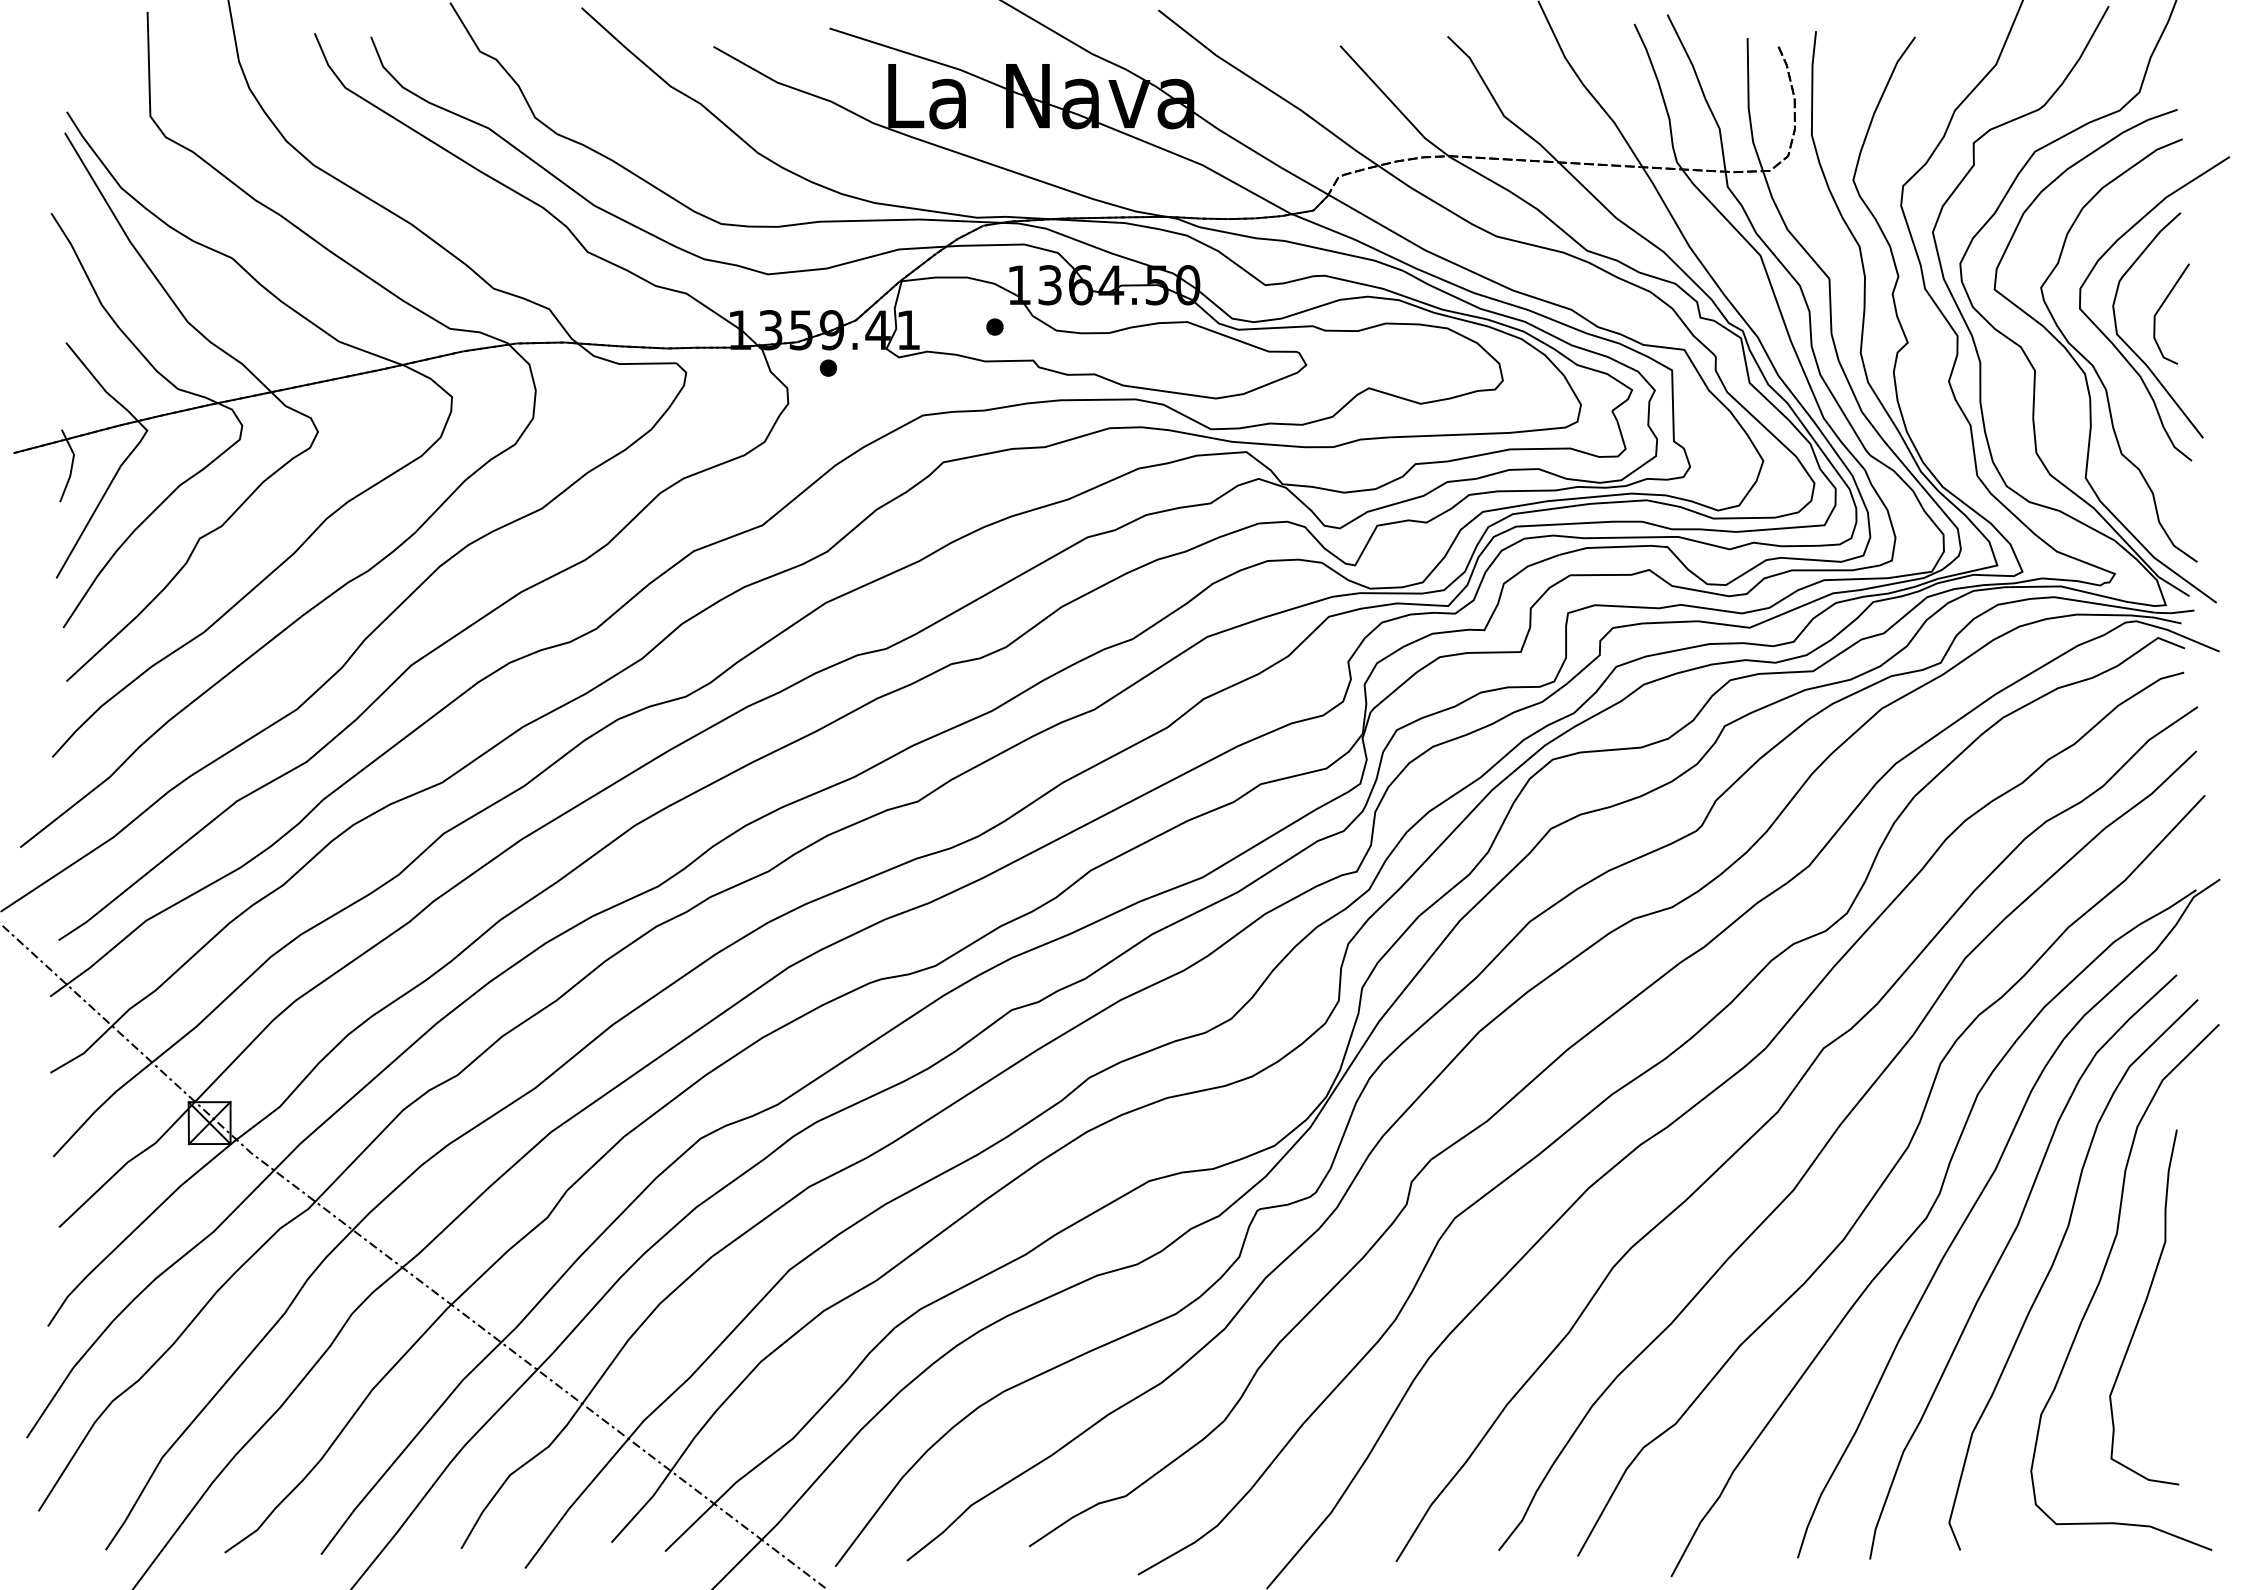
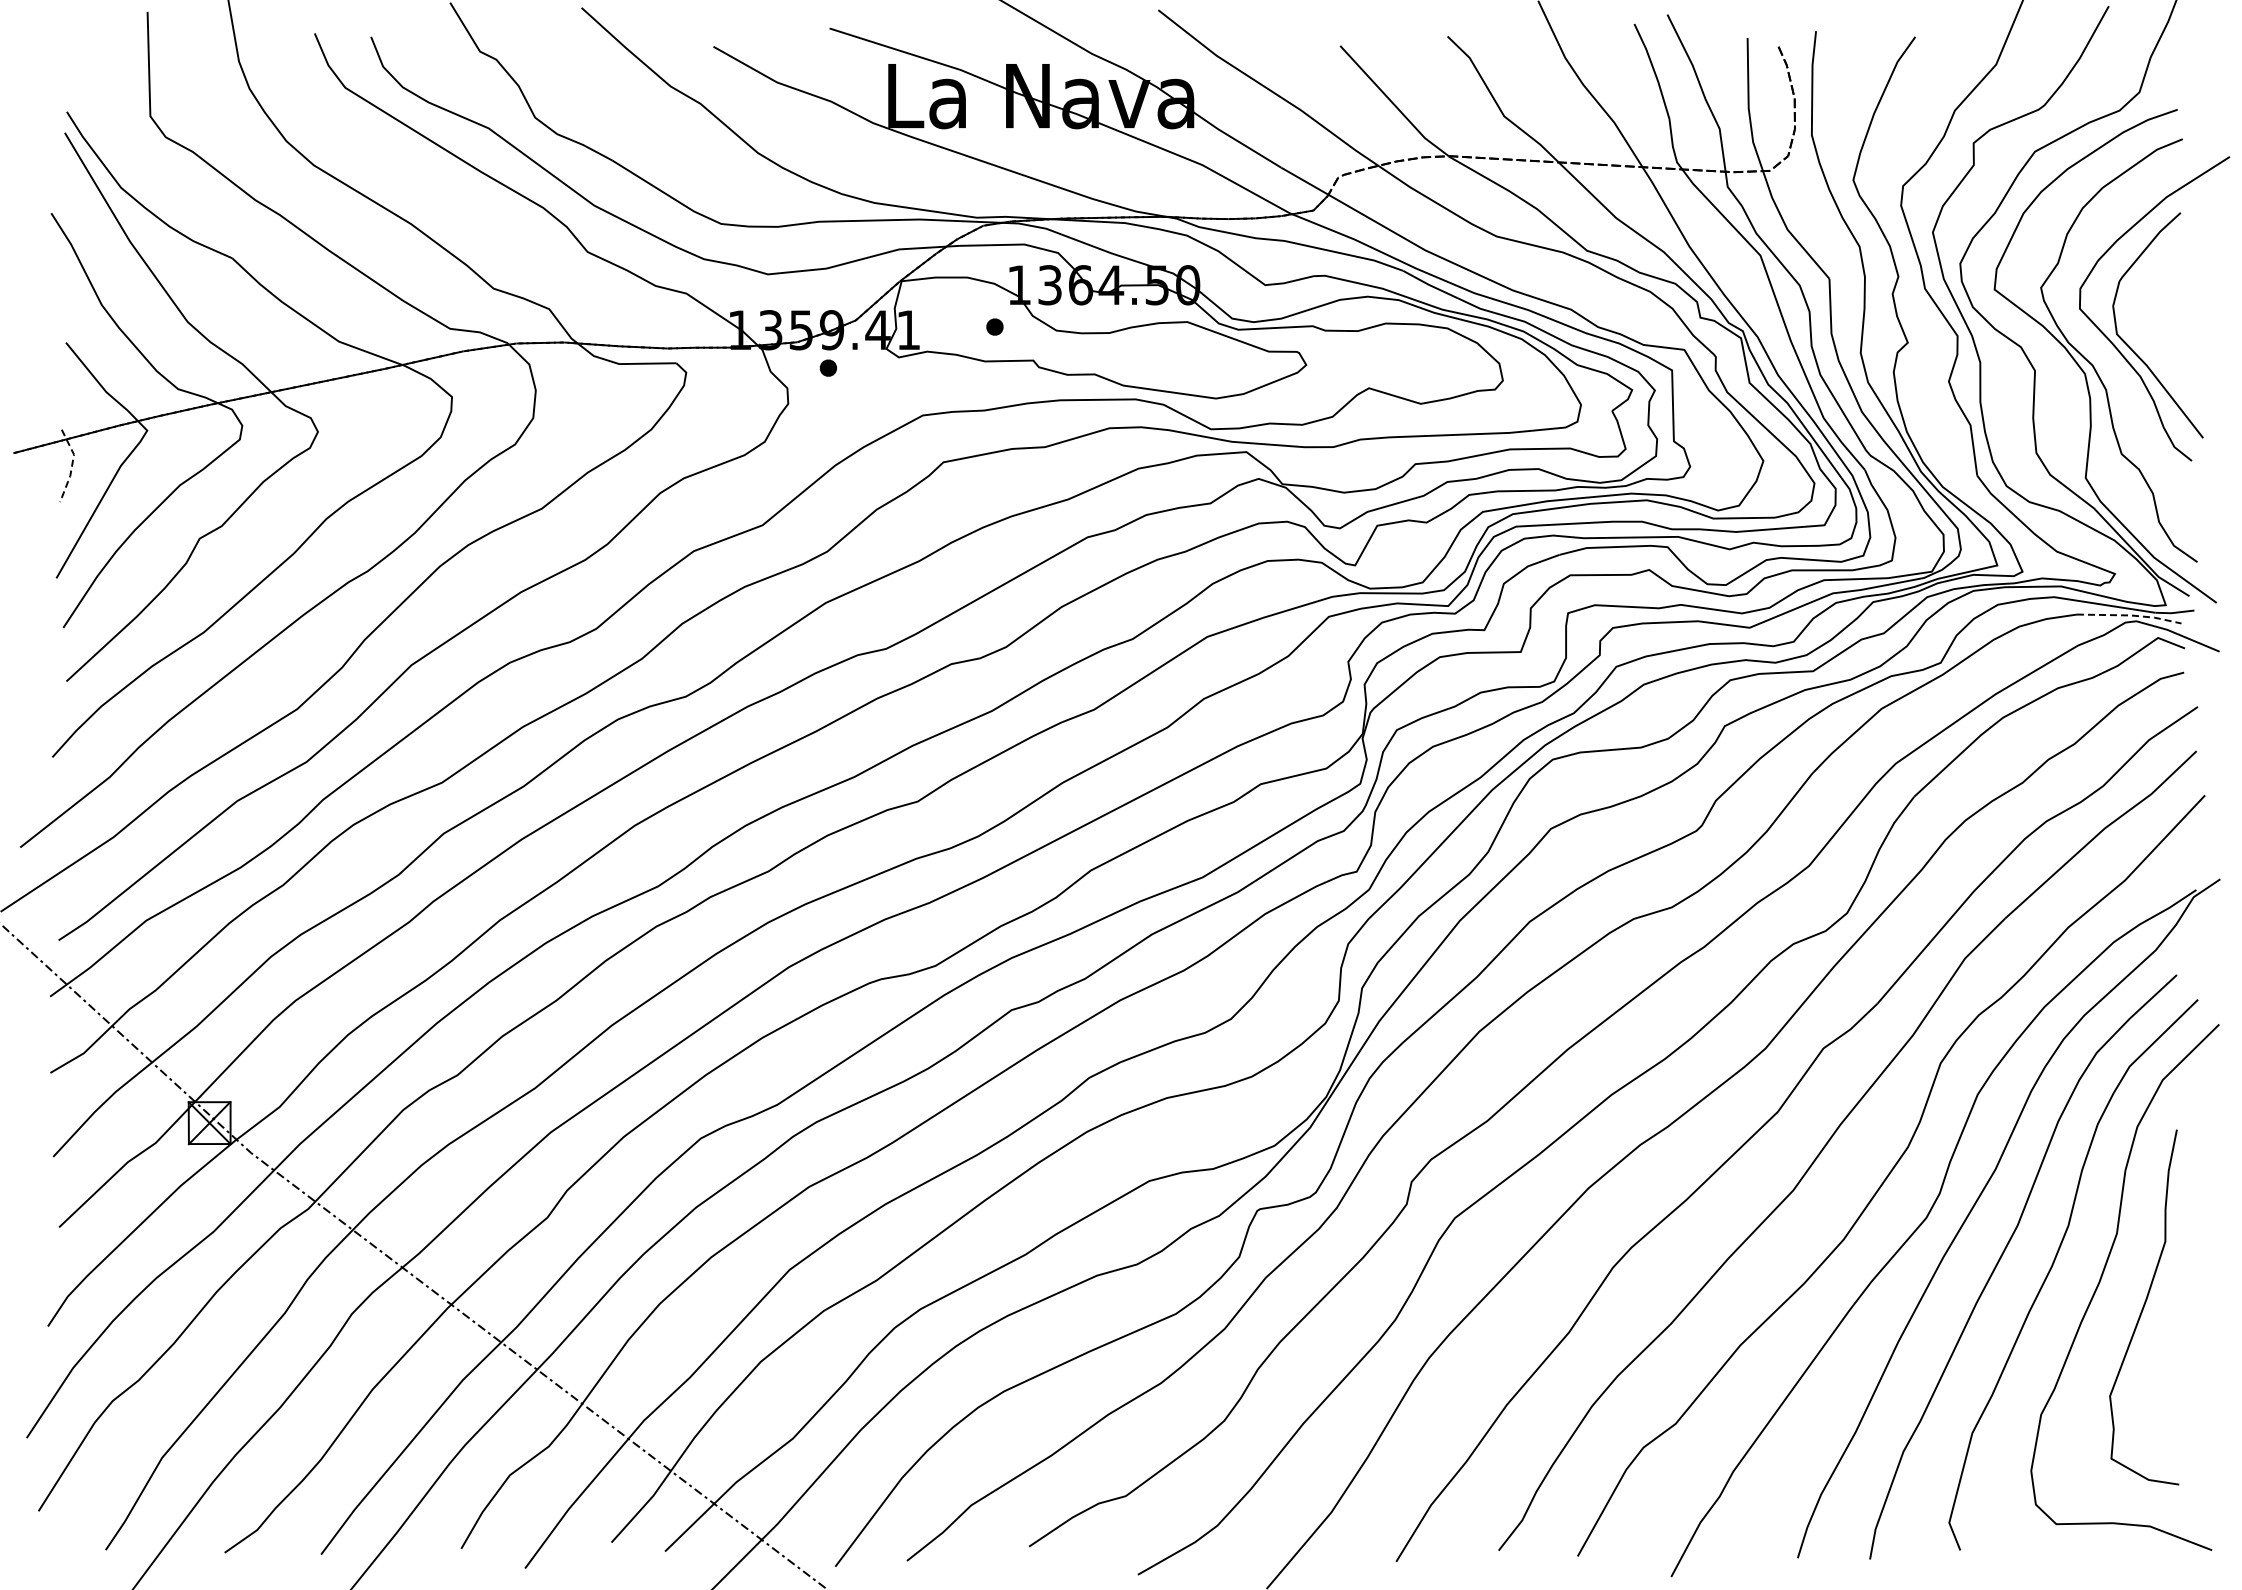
line at (2162, 306): present -> none
line at (72, 465): solid -> dashed
line at (2131, 615): solid -> dashed
